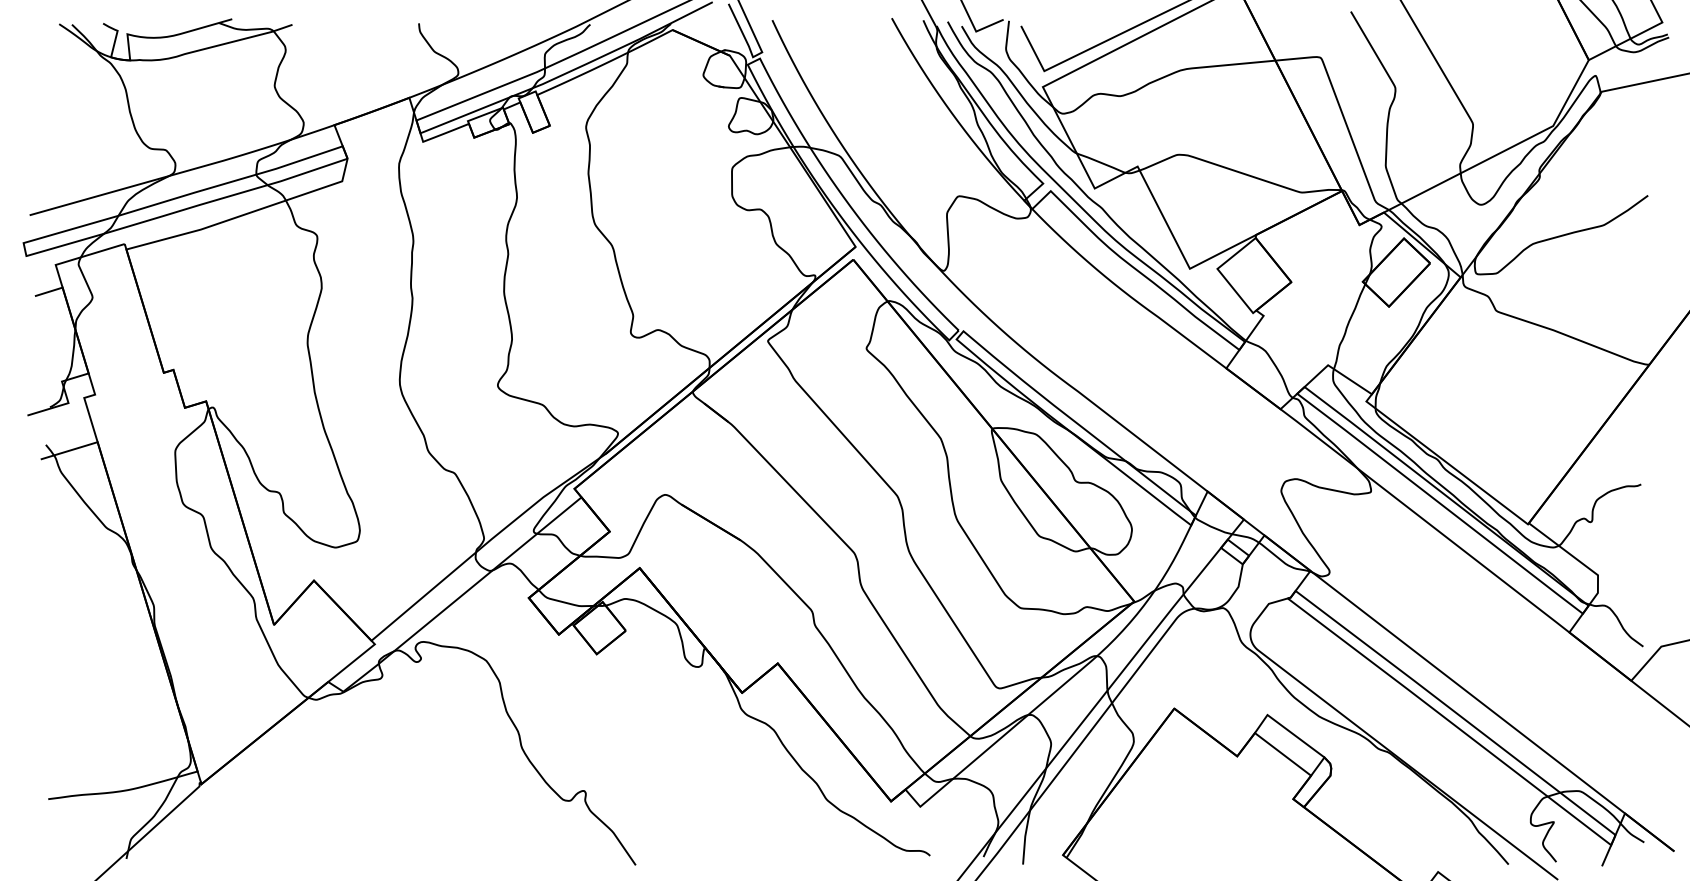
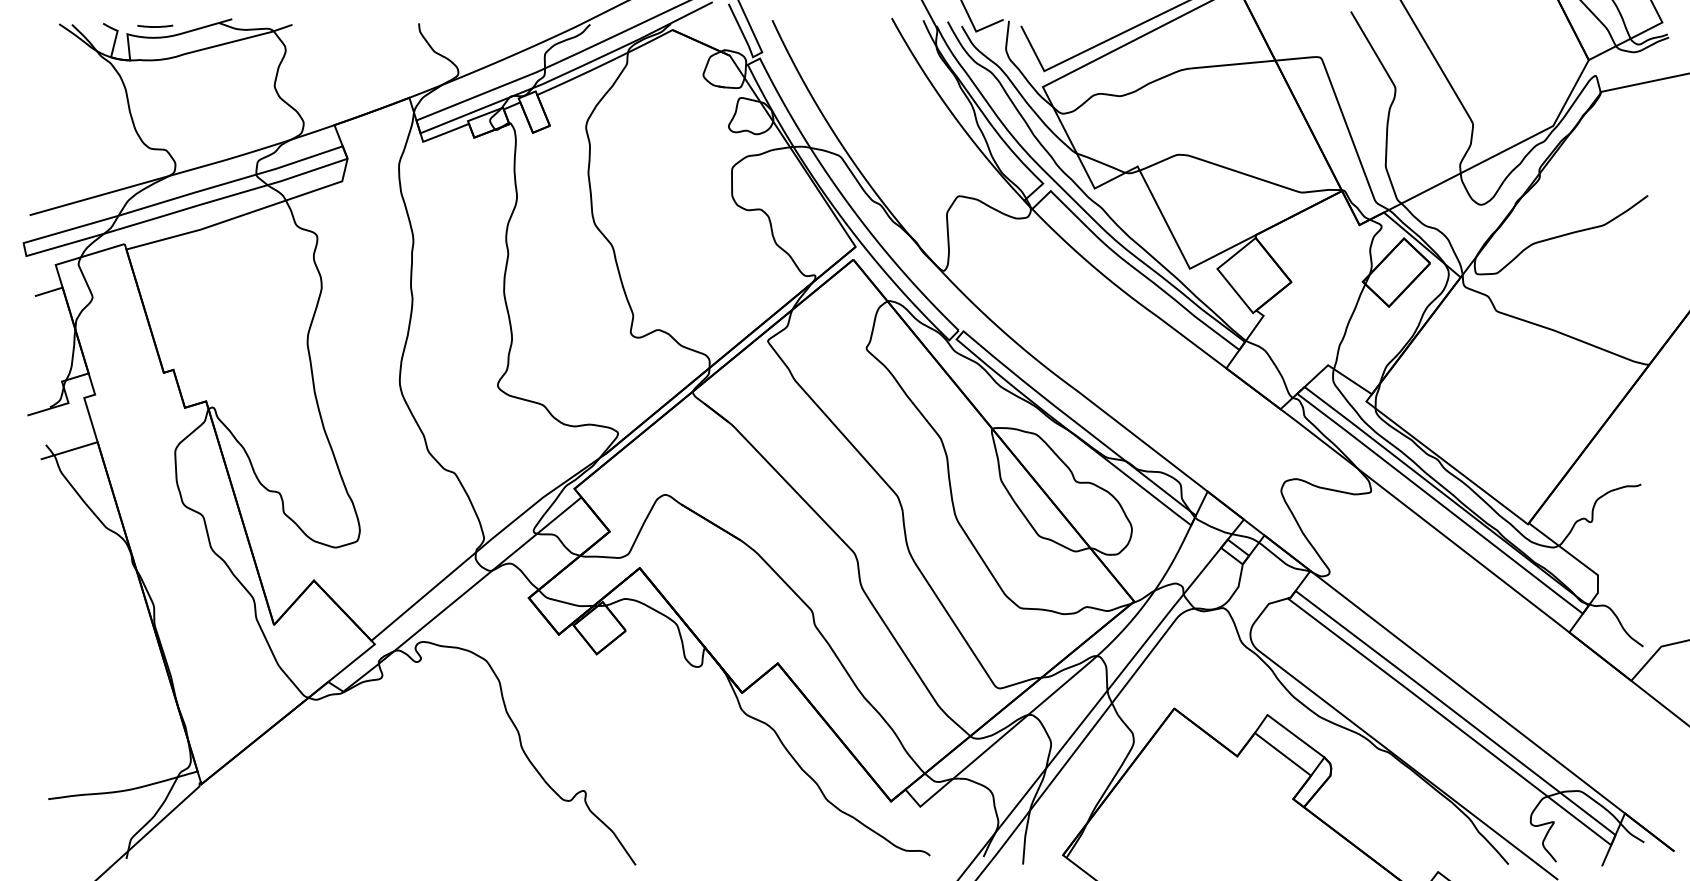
line at (155, 26): none -> present
